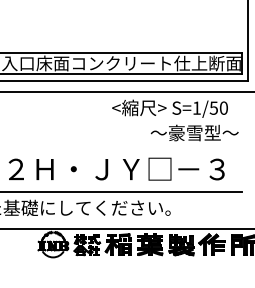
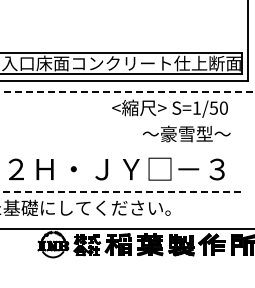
line at (127, 91): solid -> dashed
text at (194, 132) position: (194, 132) -> (186, 133)
line at (121, 192): solid -> dashed
